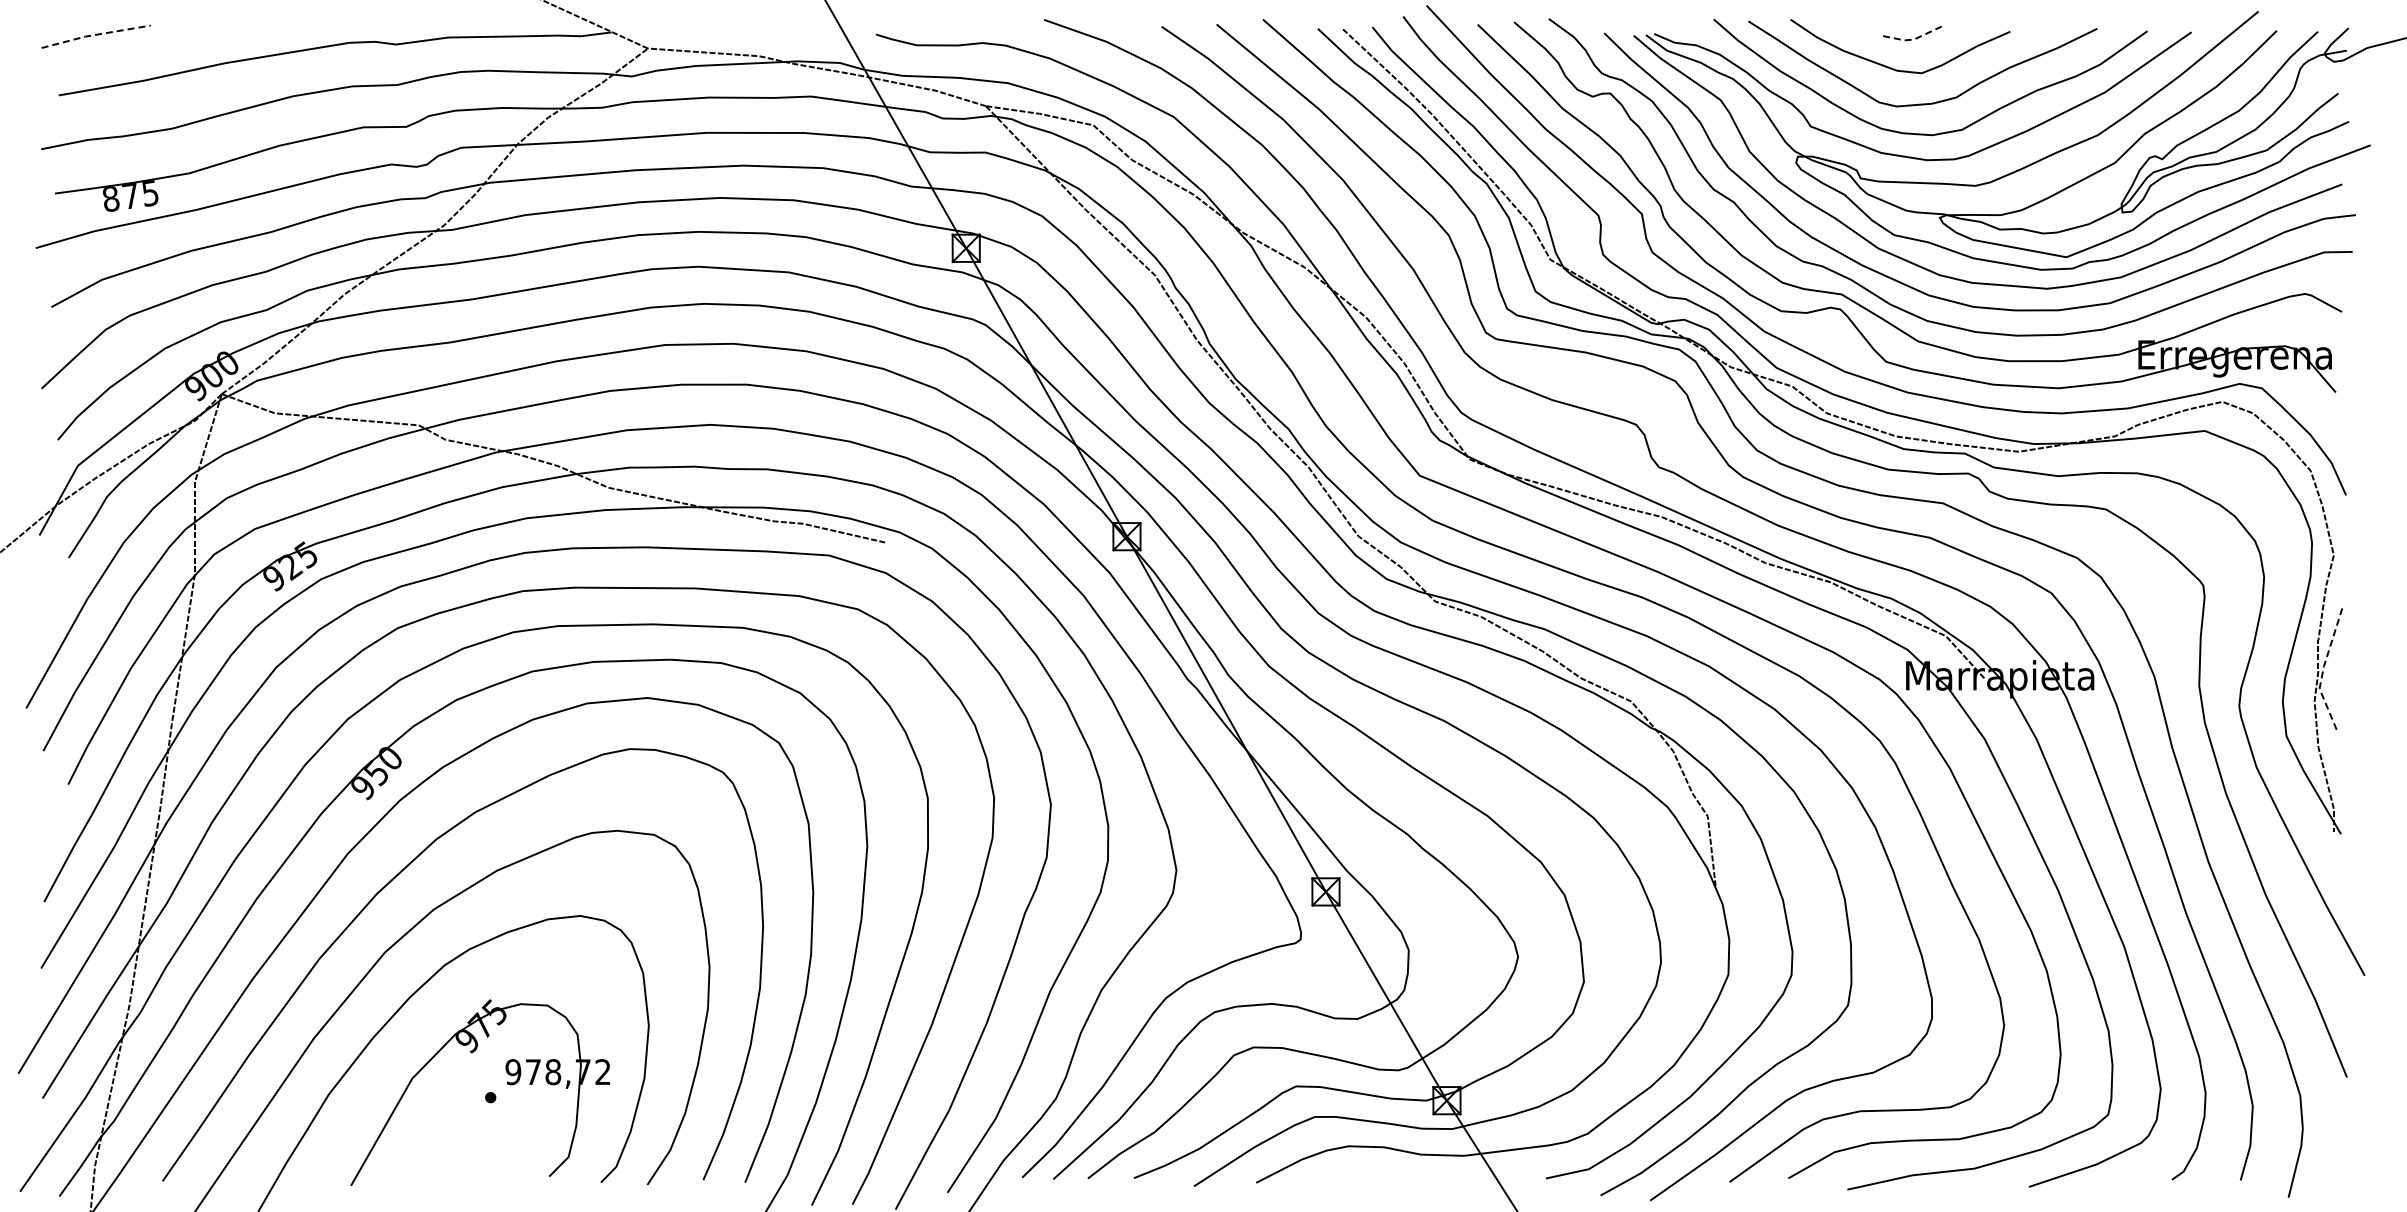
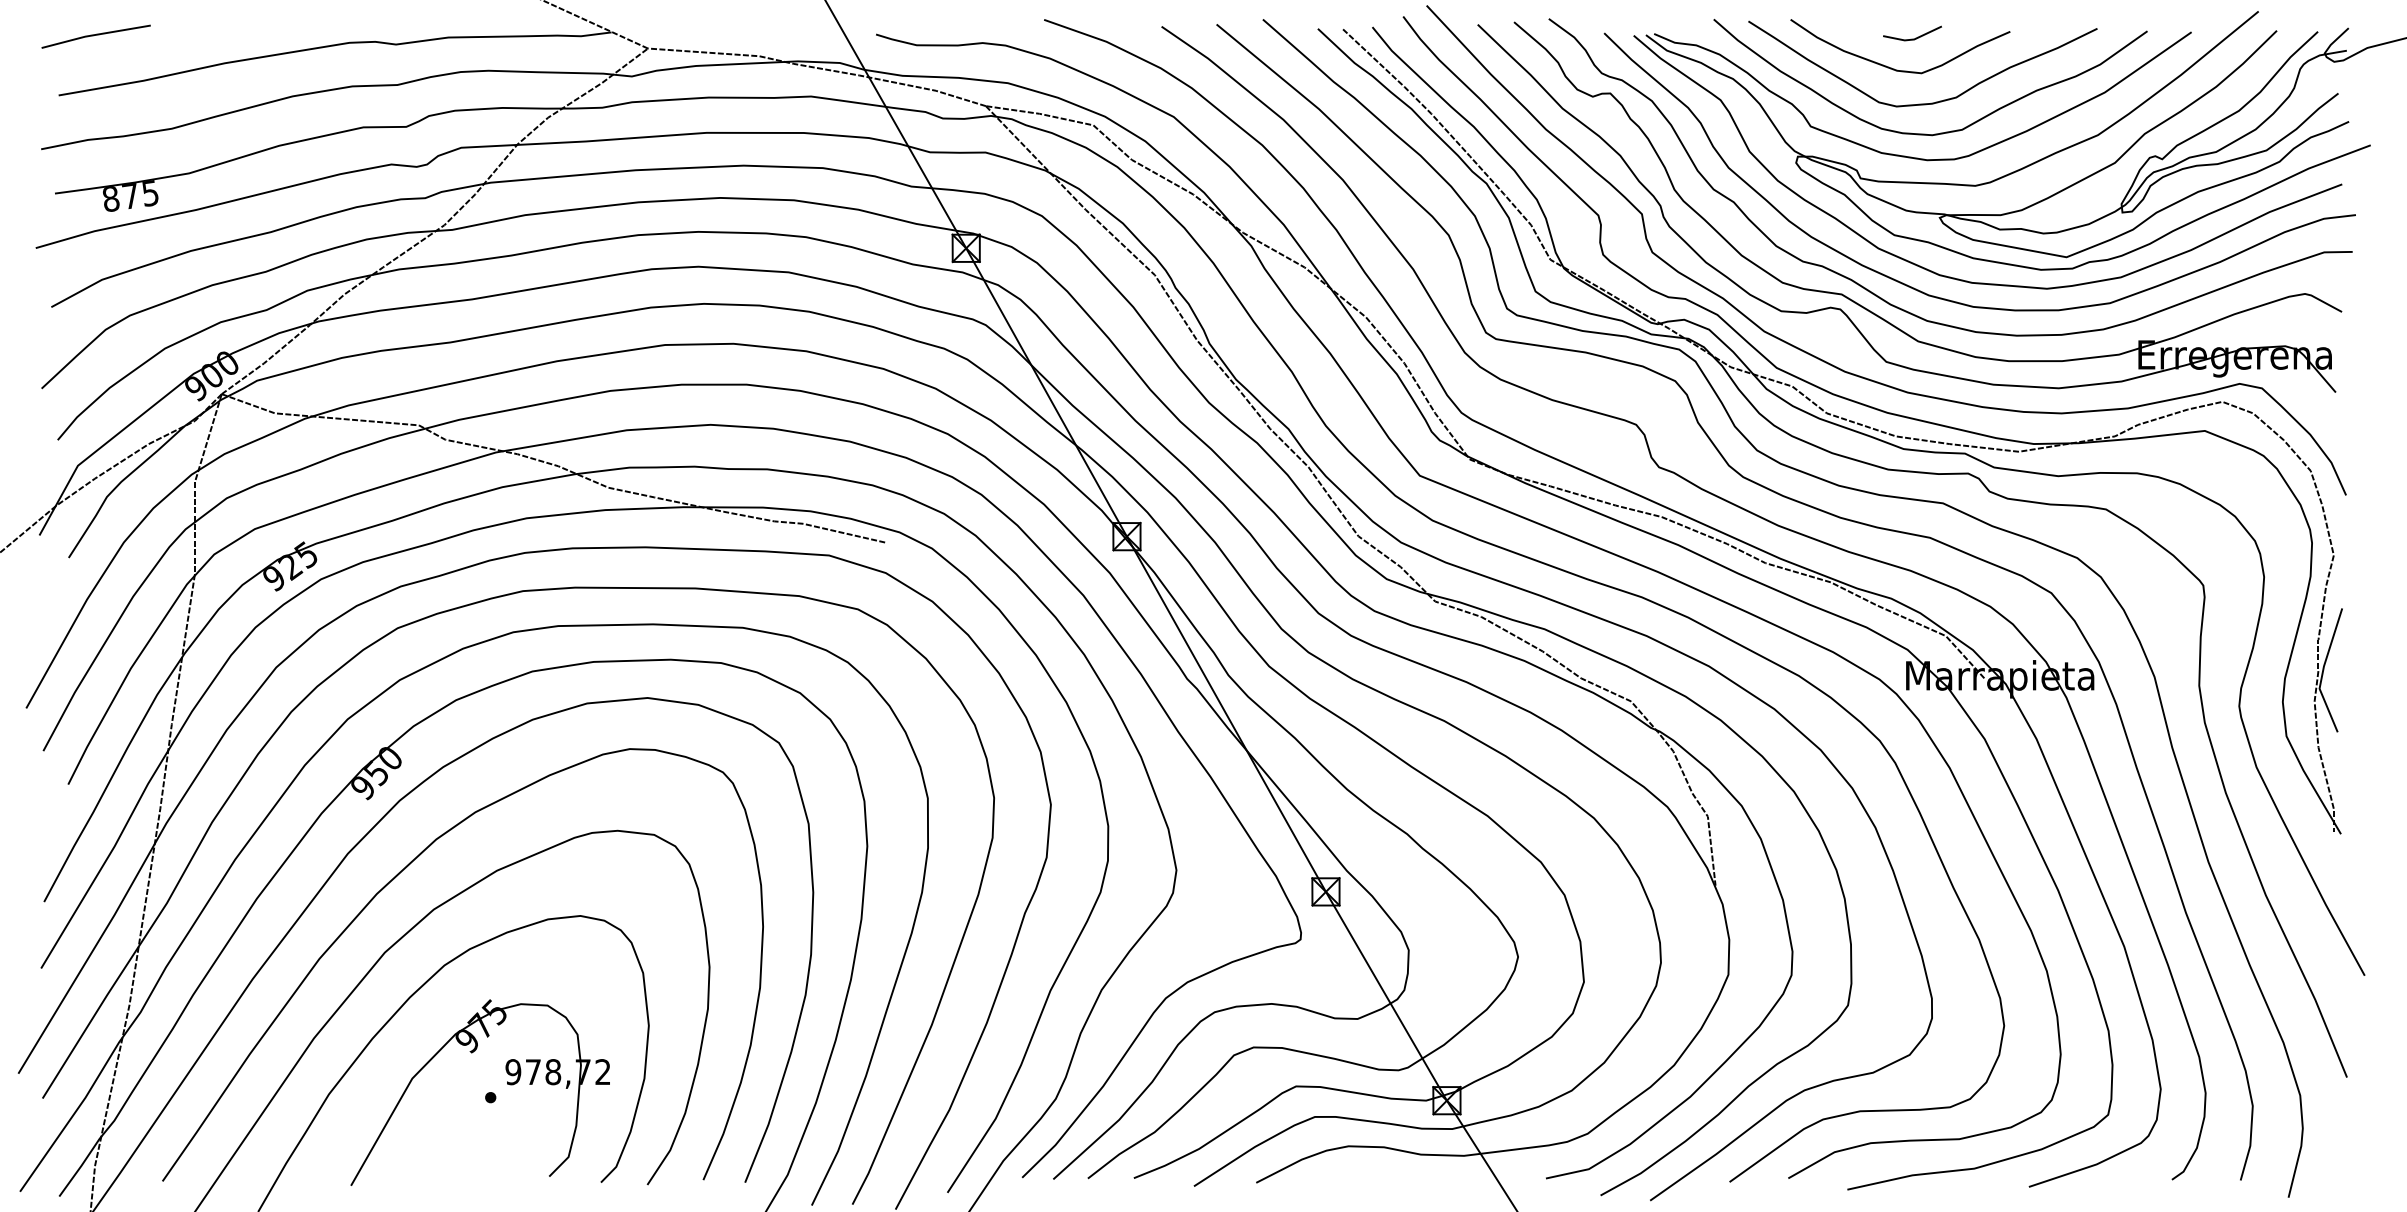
line at (95, 35): dashed -> solid
line at (1913, 39): dashed -> solid
line at (2323, 671): dashed -> solid
